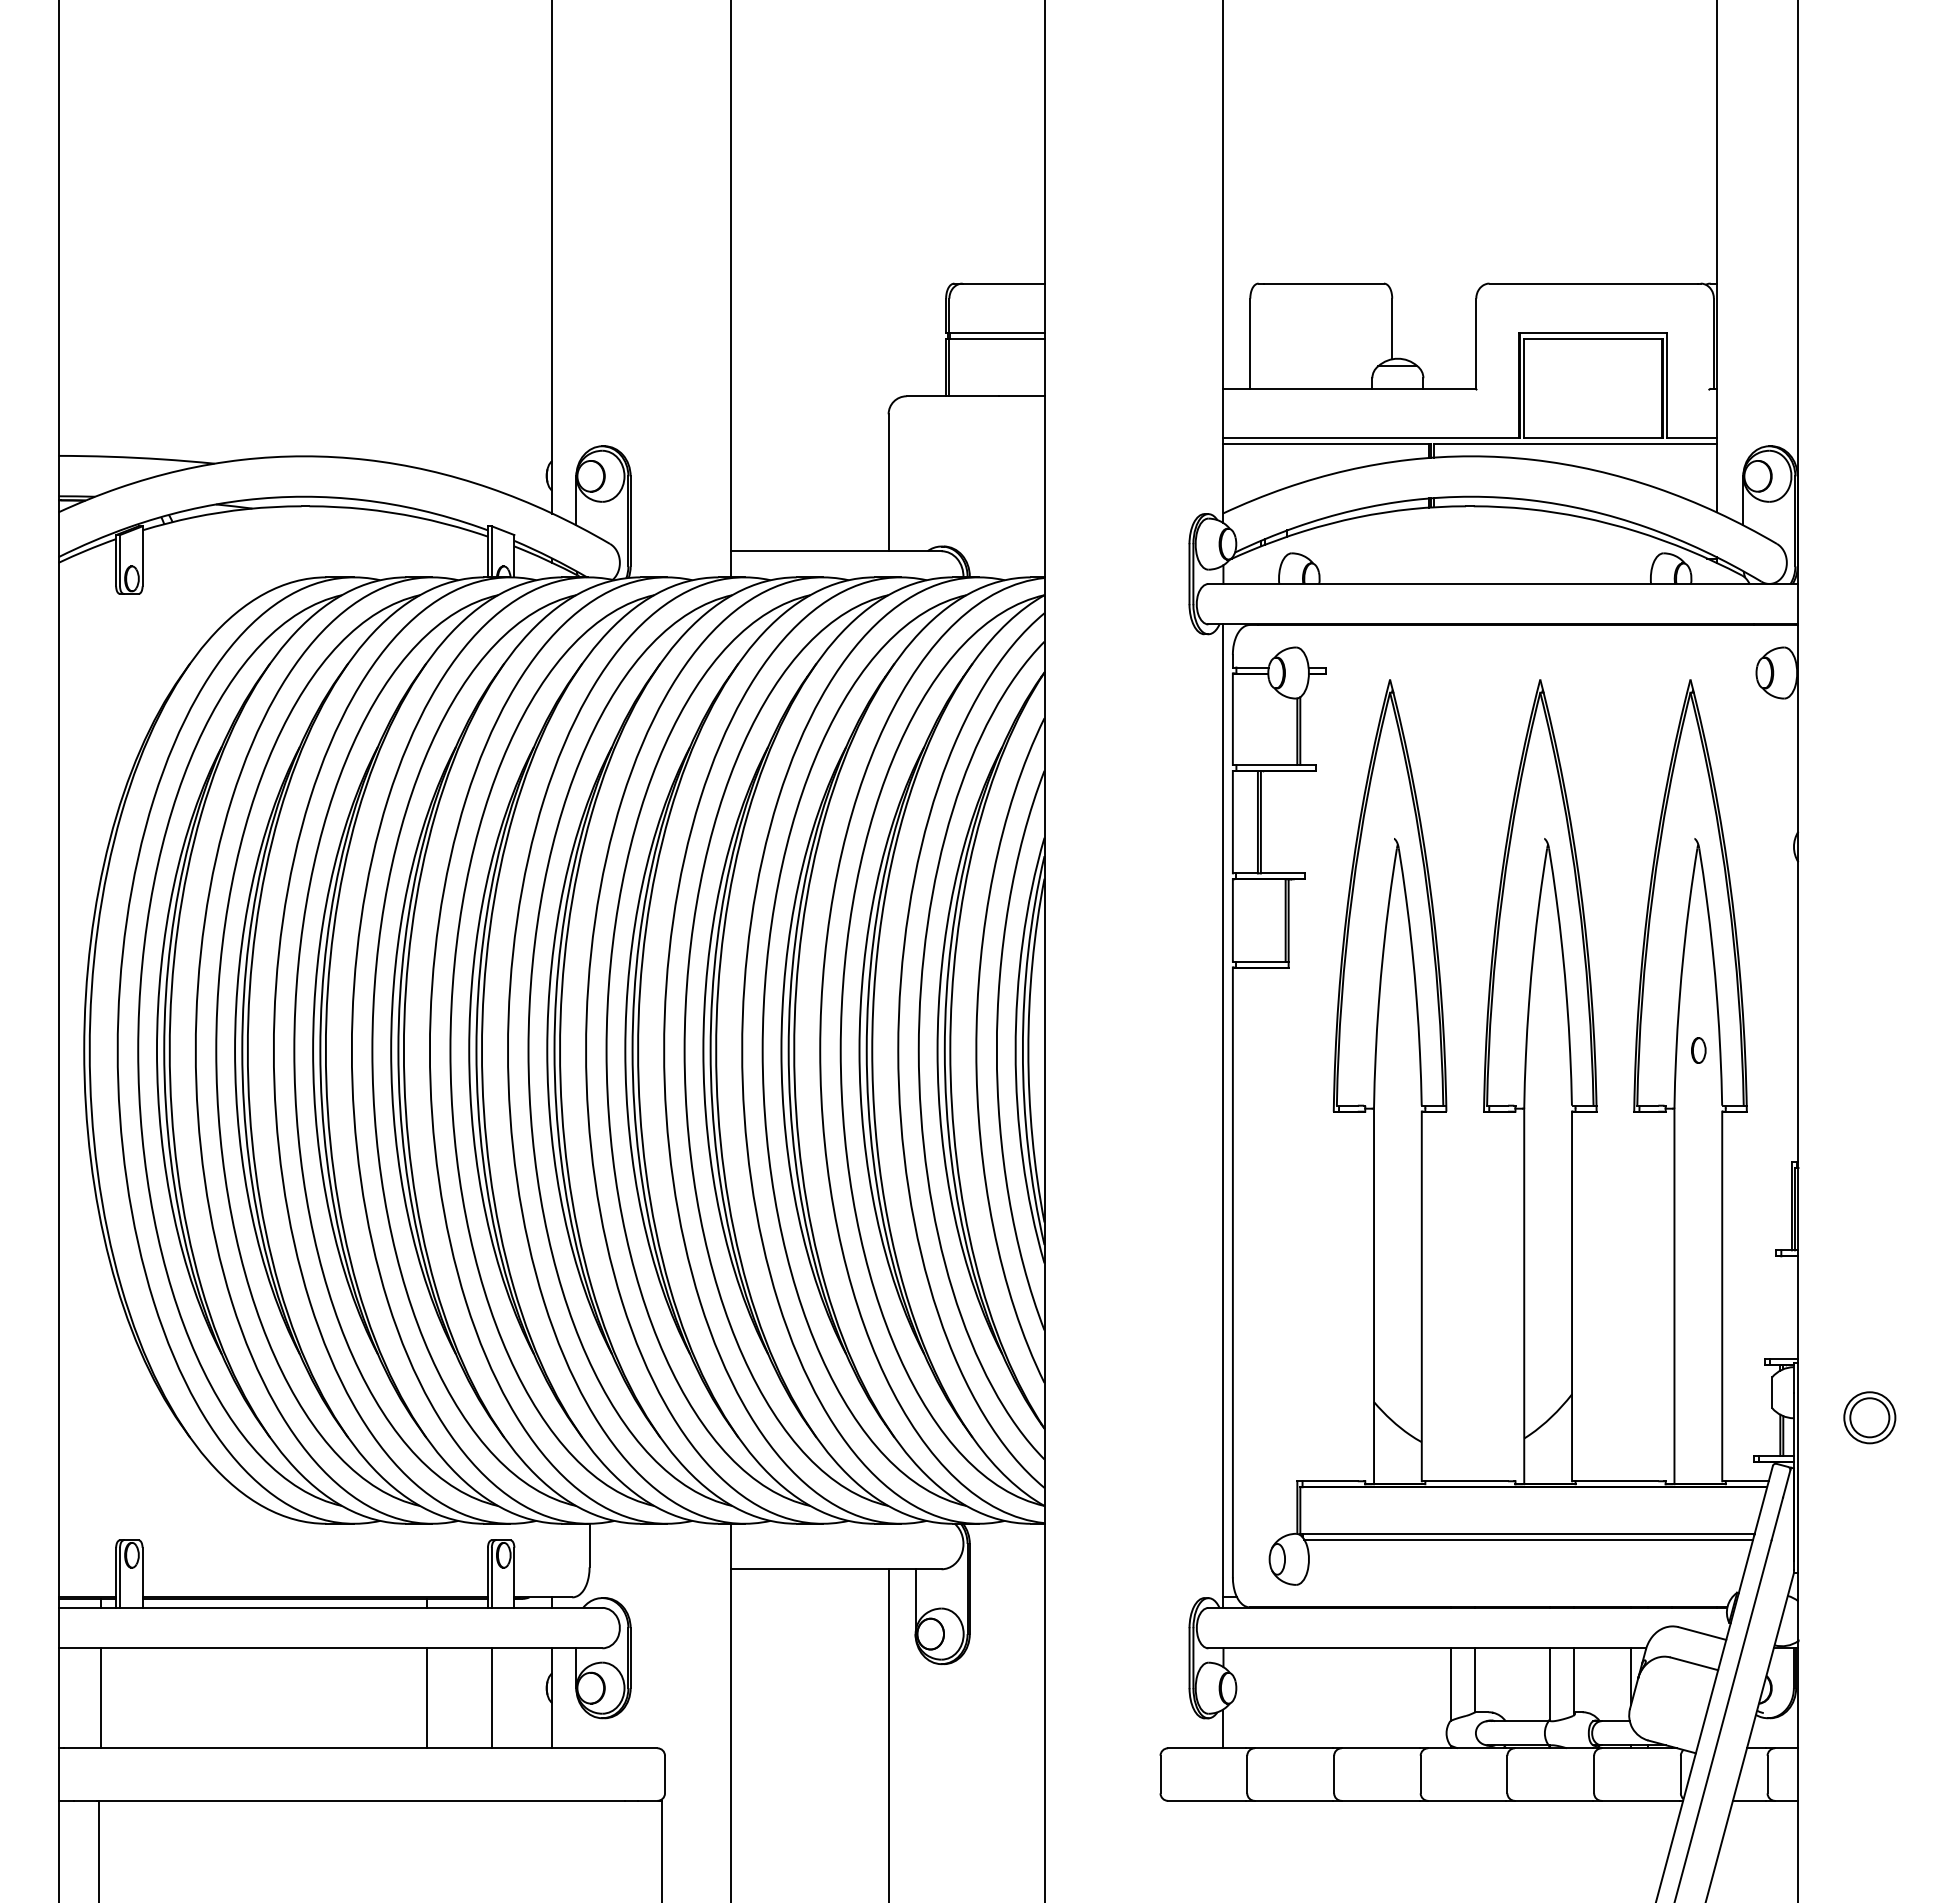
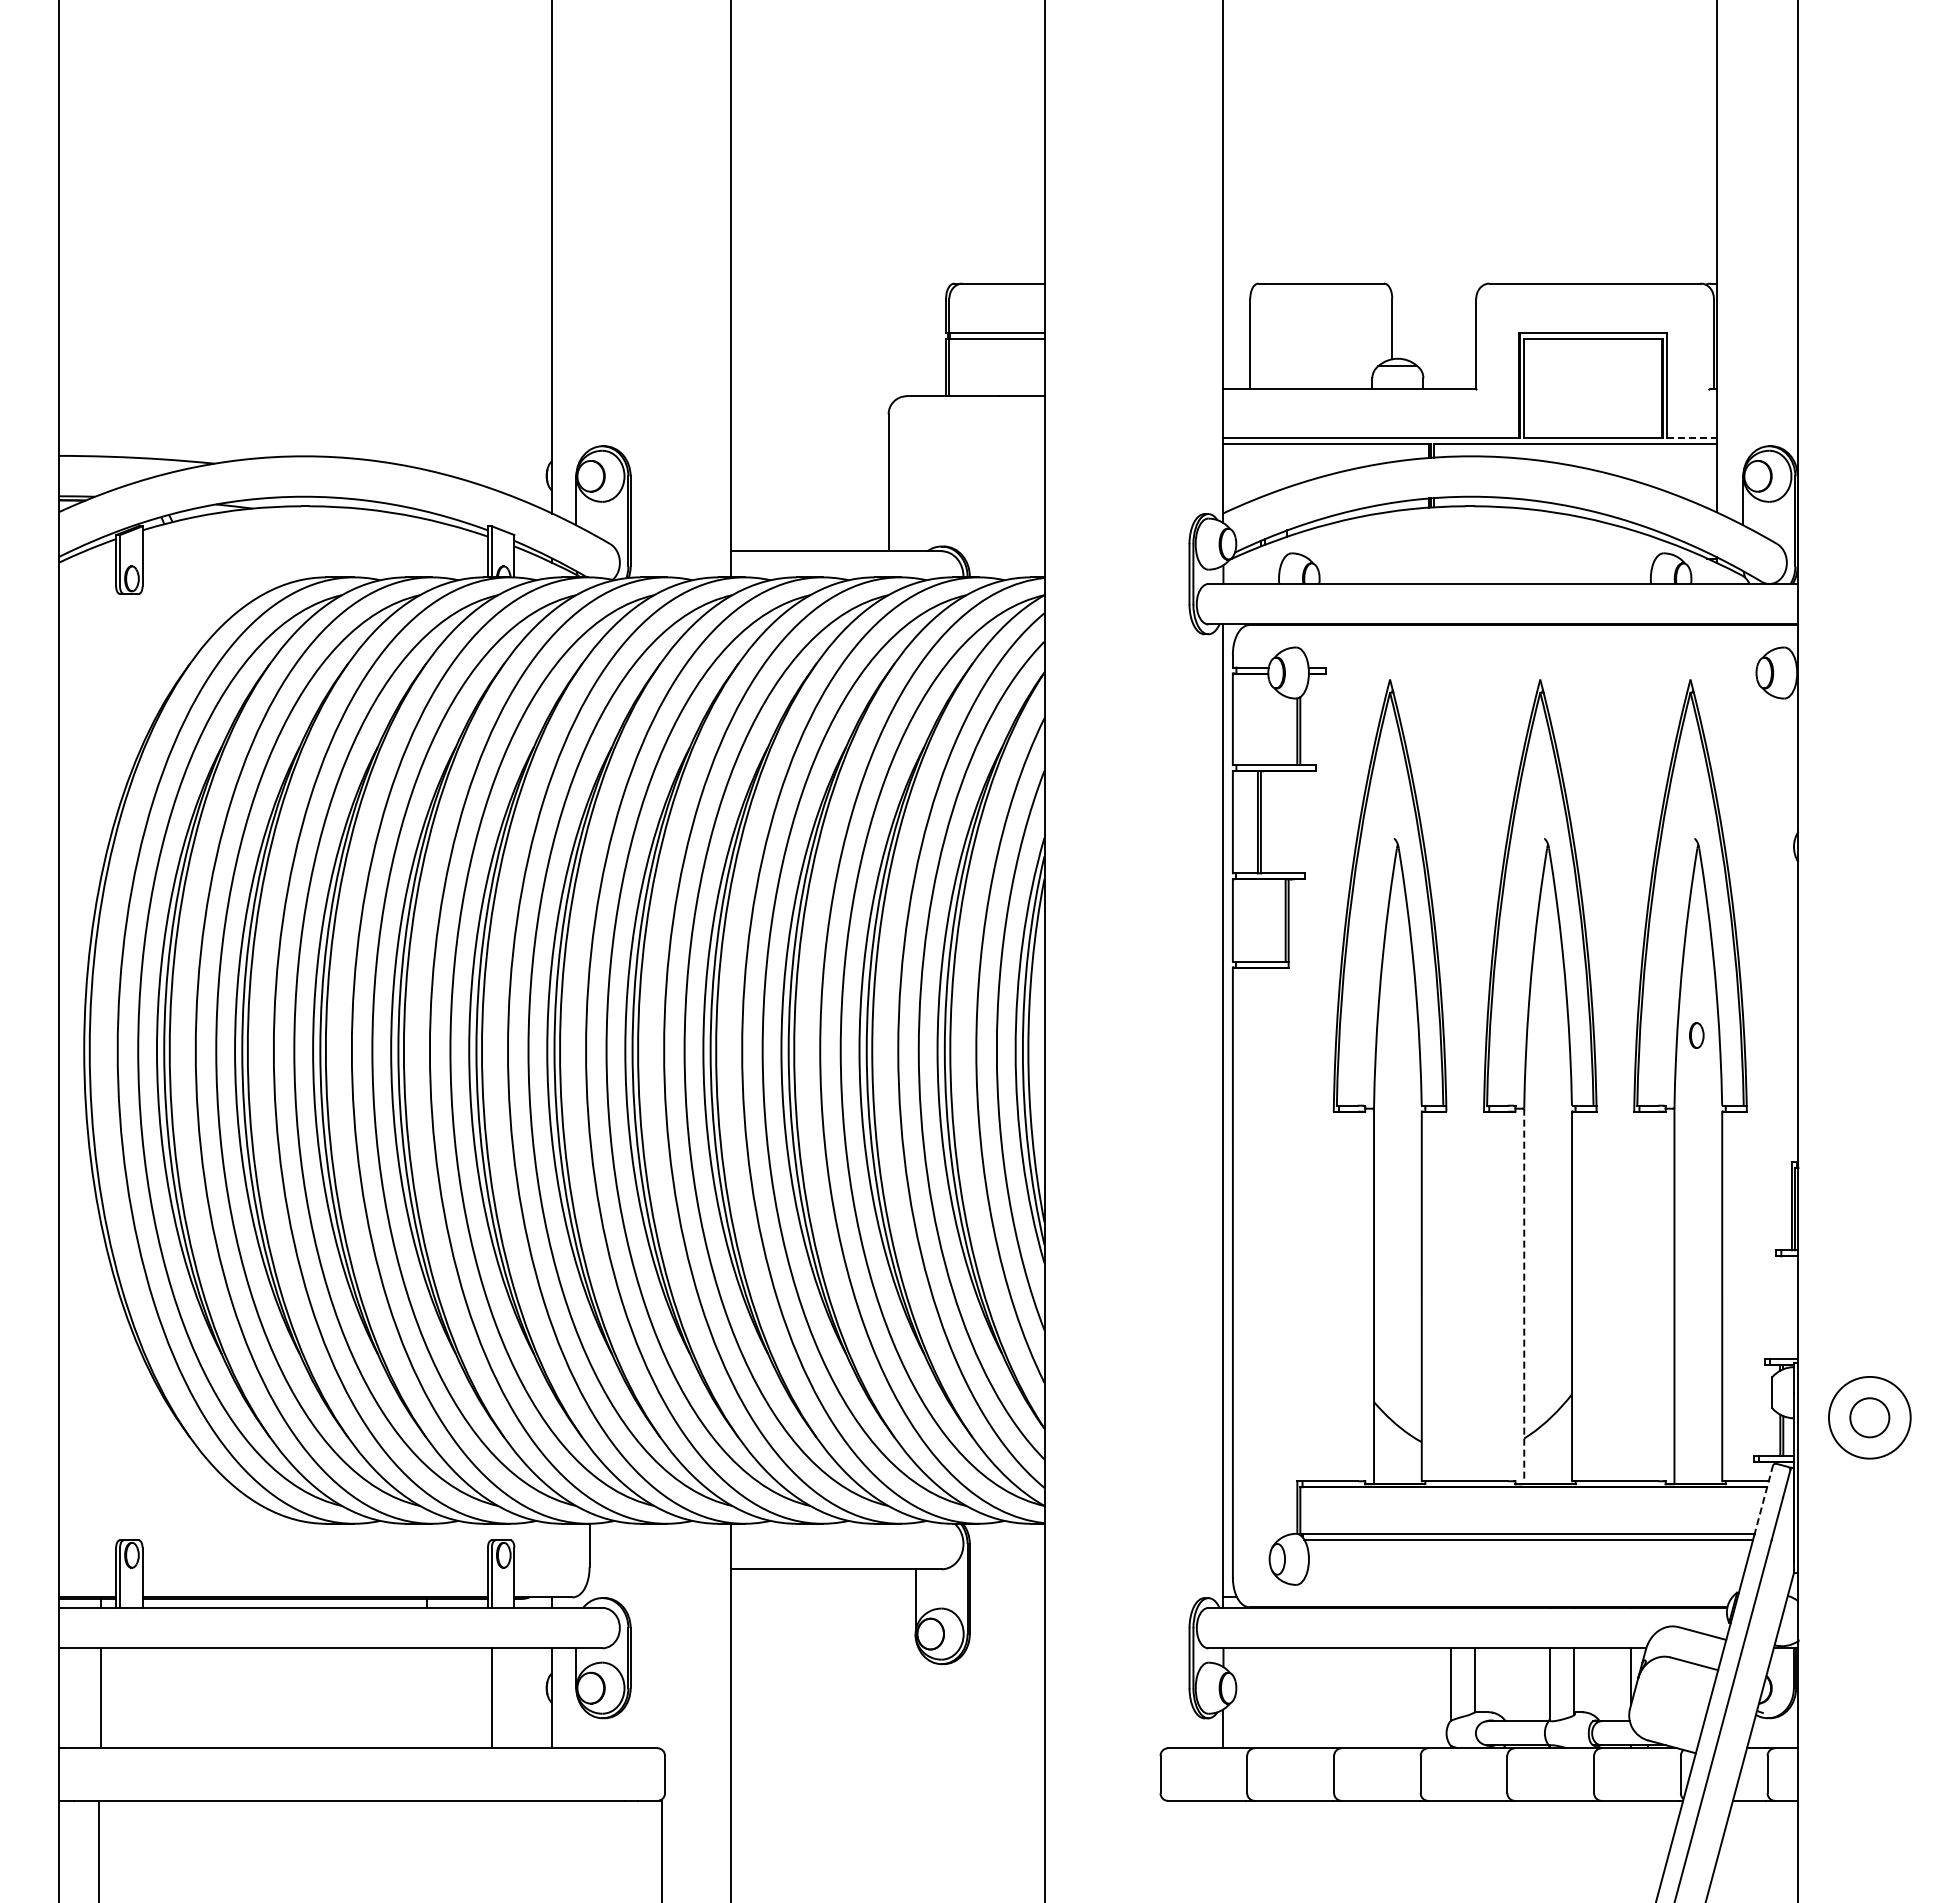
line at (1691, 438): solid -> dashed
part at (1698, 1050) position: (1698, 1050) -> (1696, 1035)
line at (1524, 1296): solid -> dashed
circle at (1869, 1417) diameter: 51 px -> 82 px
line at (1763, 1500): solid -> dashed
line at (426, 1698): present -> none
line at (888, 1734): present -> none
